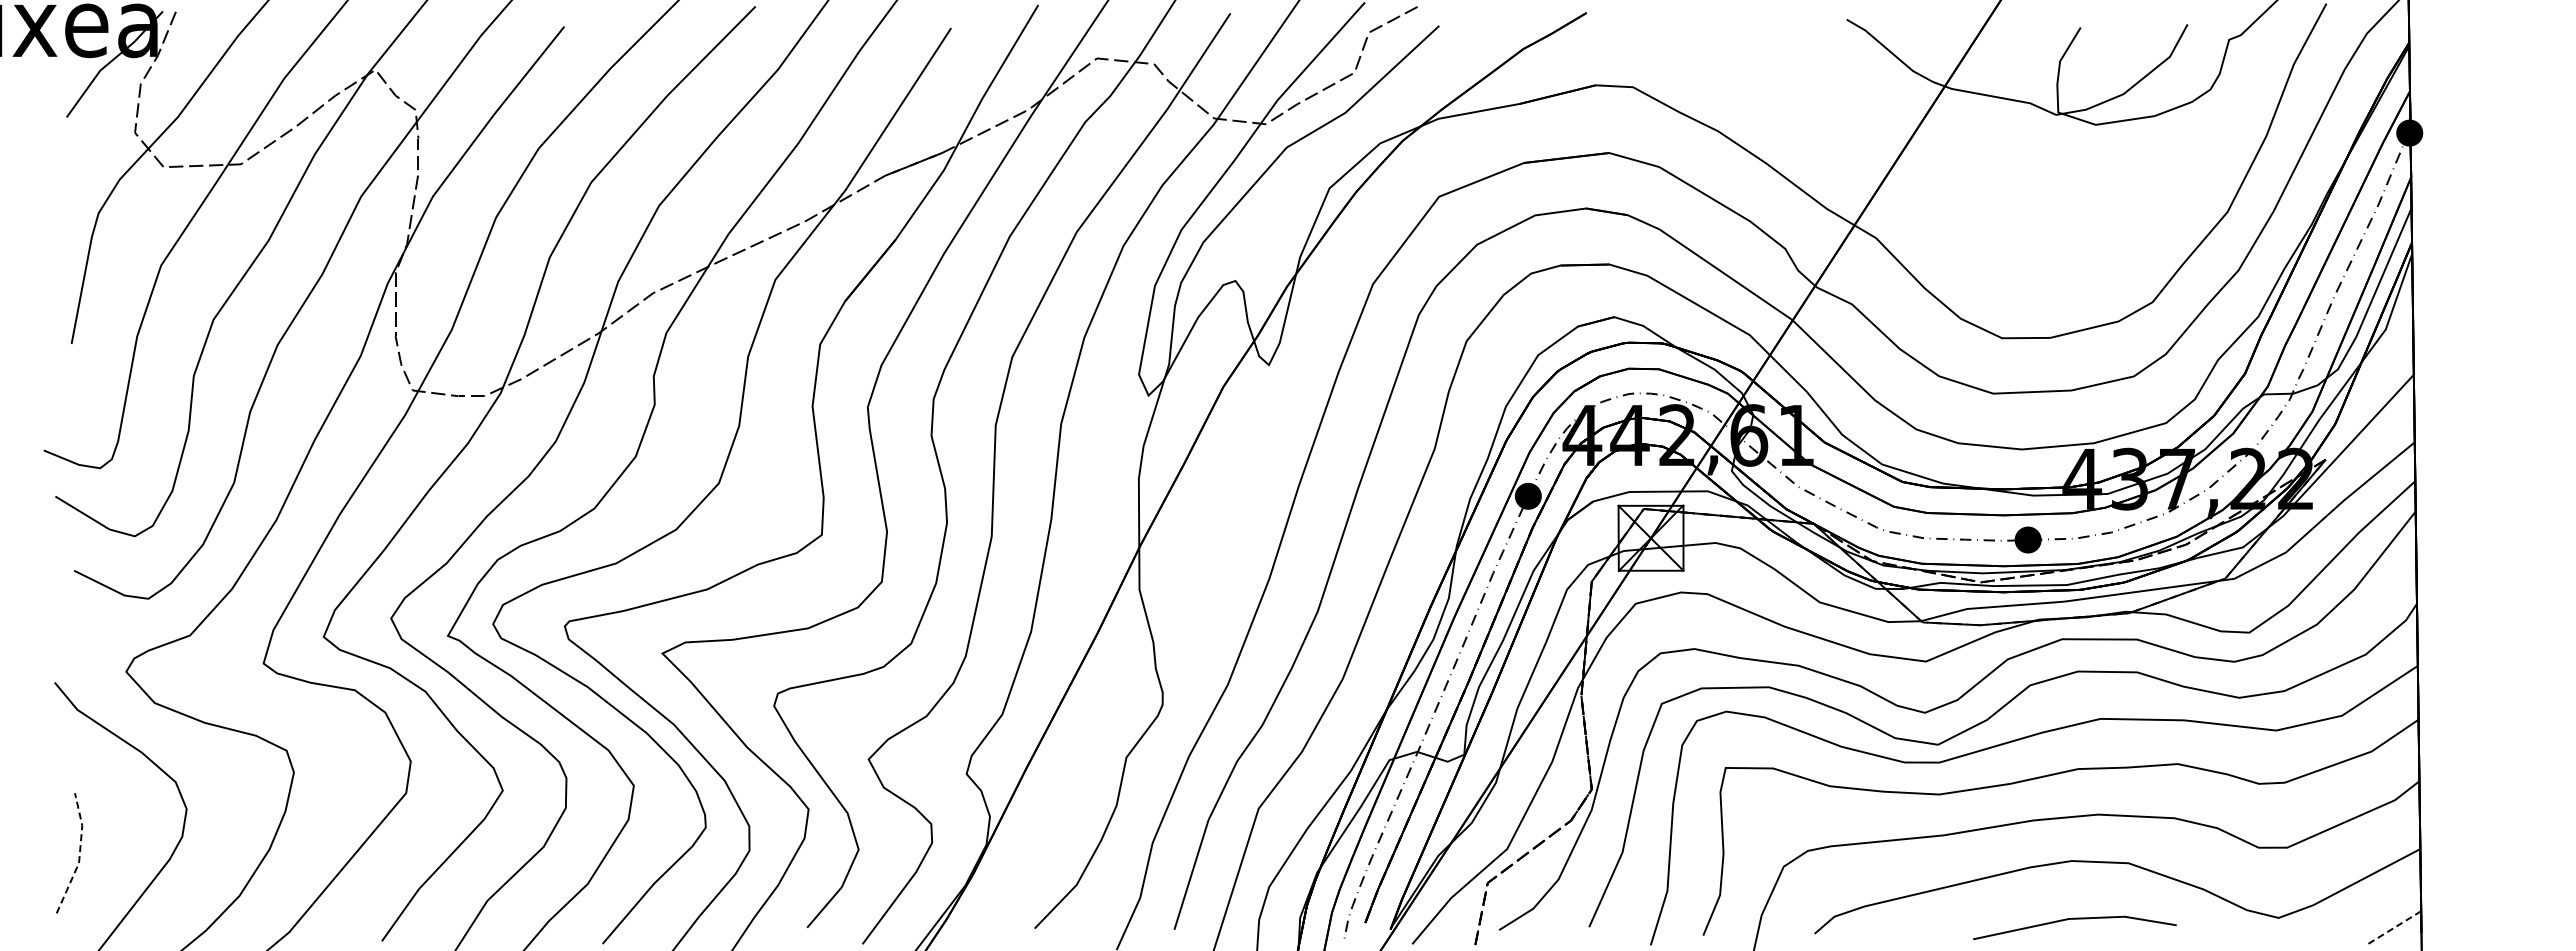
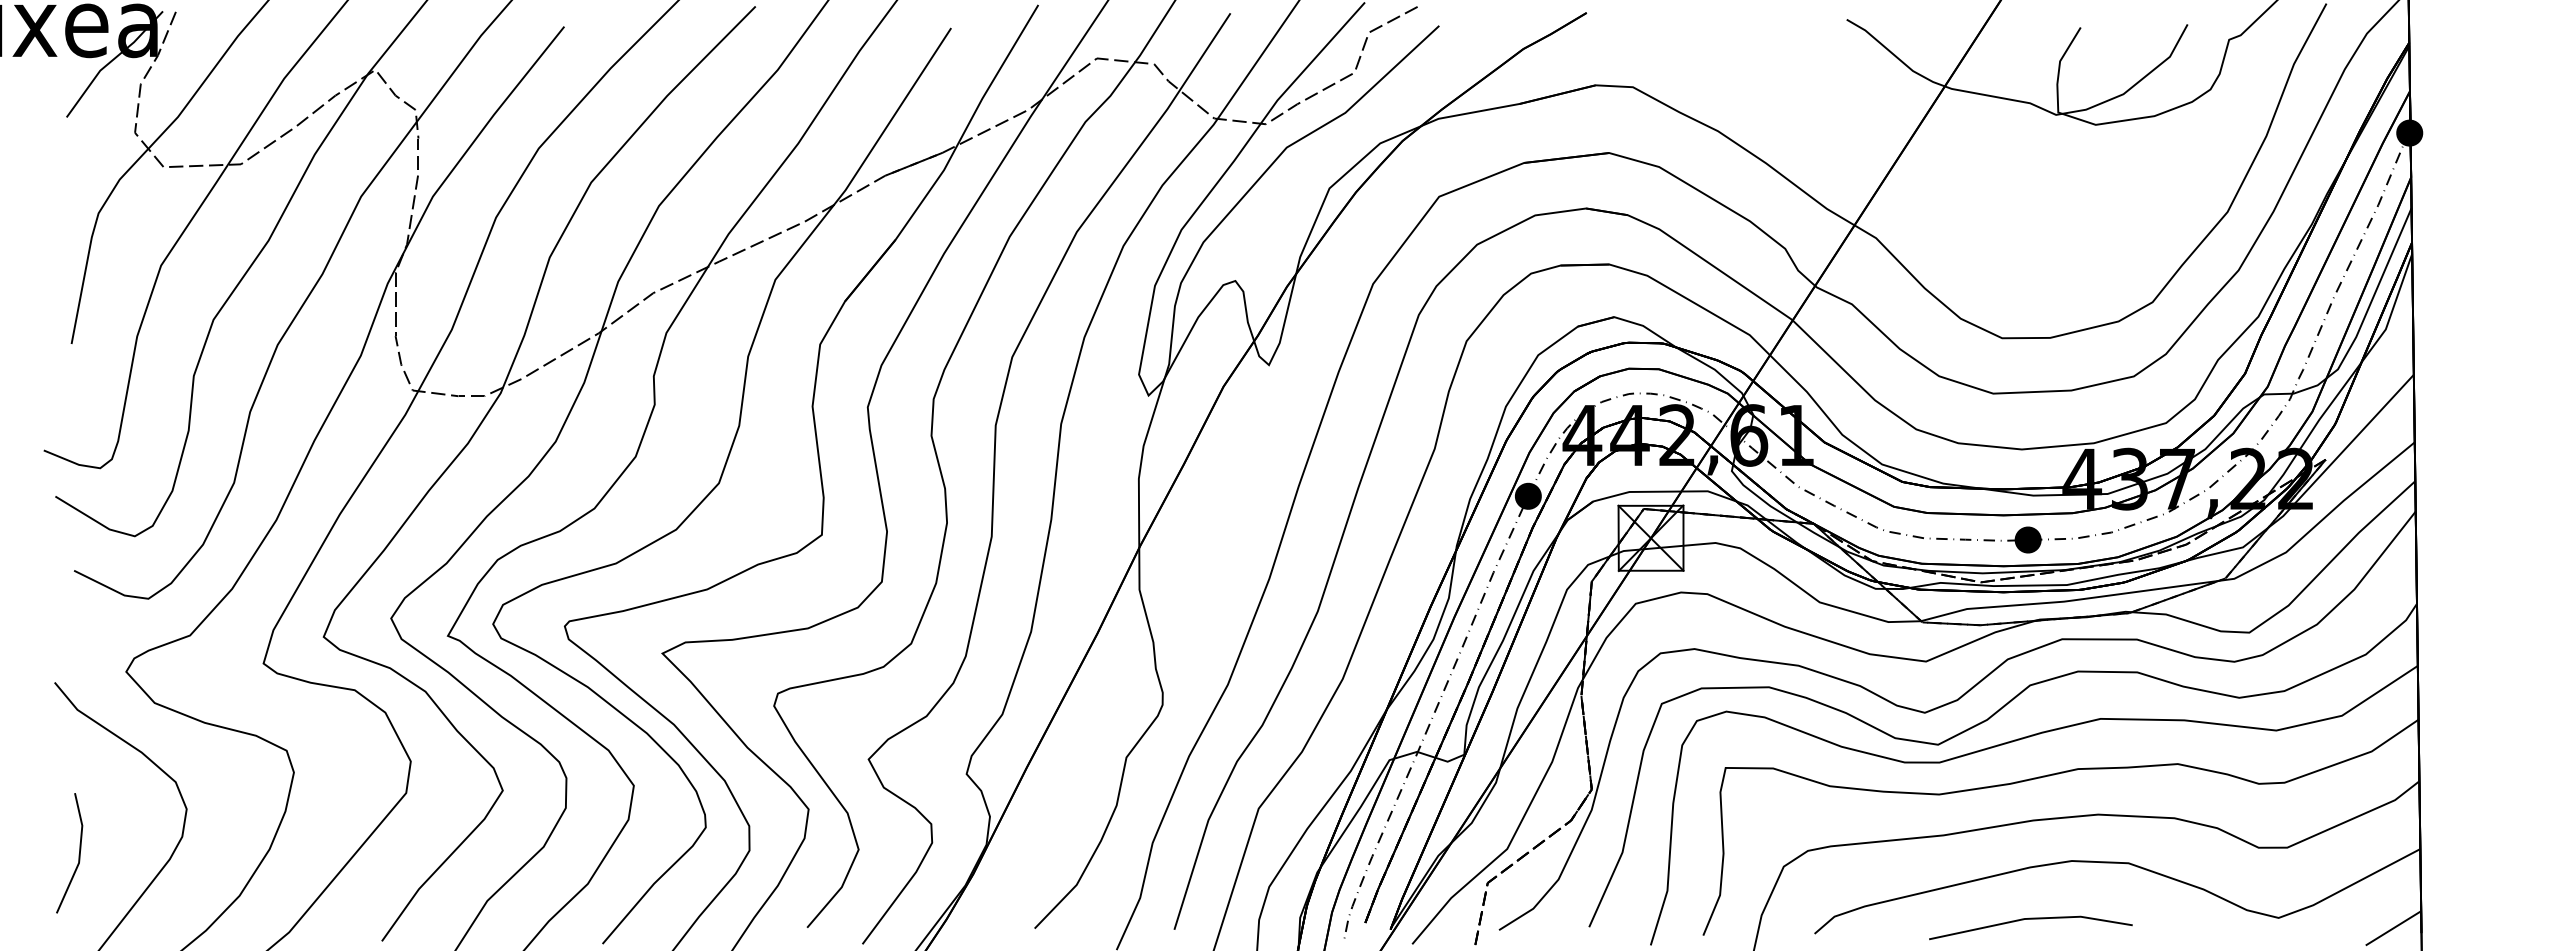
line at (79, 855): dashed -> solid
line at (2074, 919) position: (2074, 919) -> (2030, 919)
line at (2393, 928): dashed -> solid
